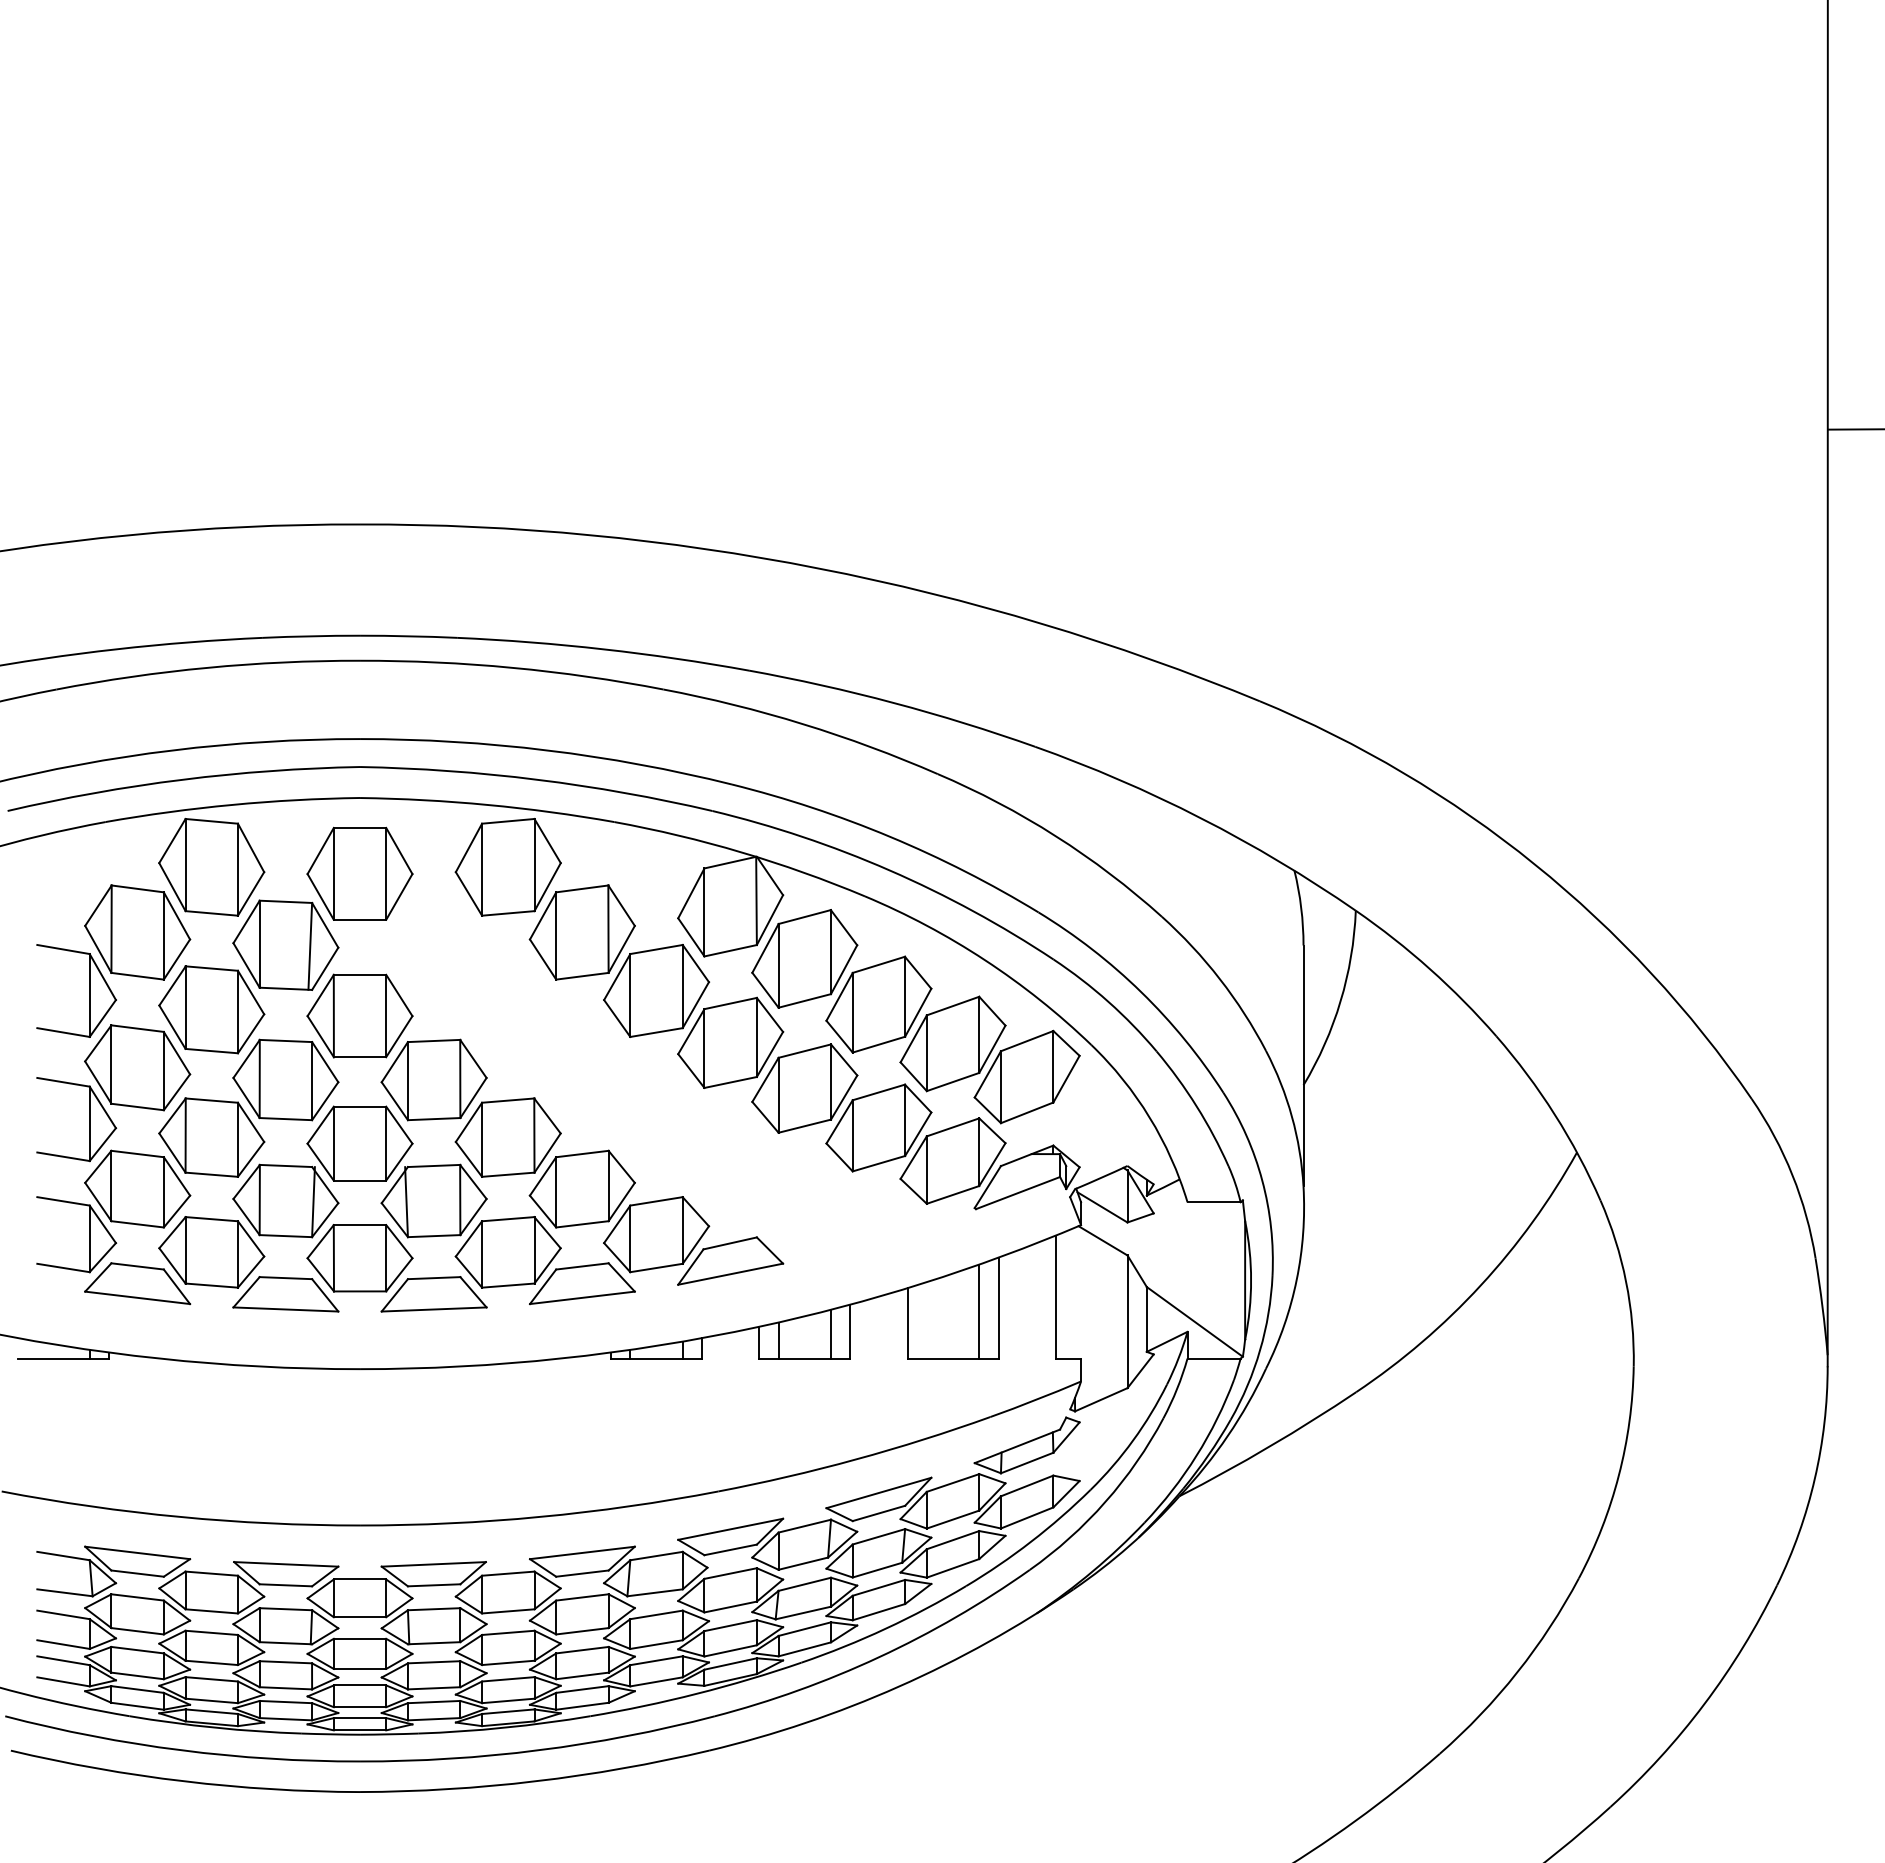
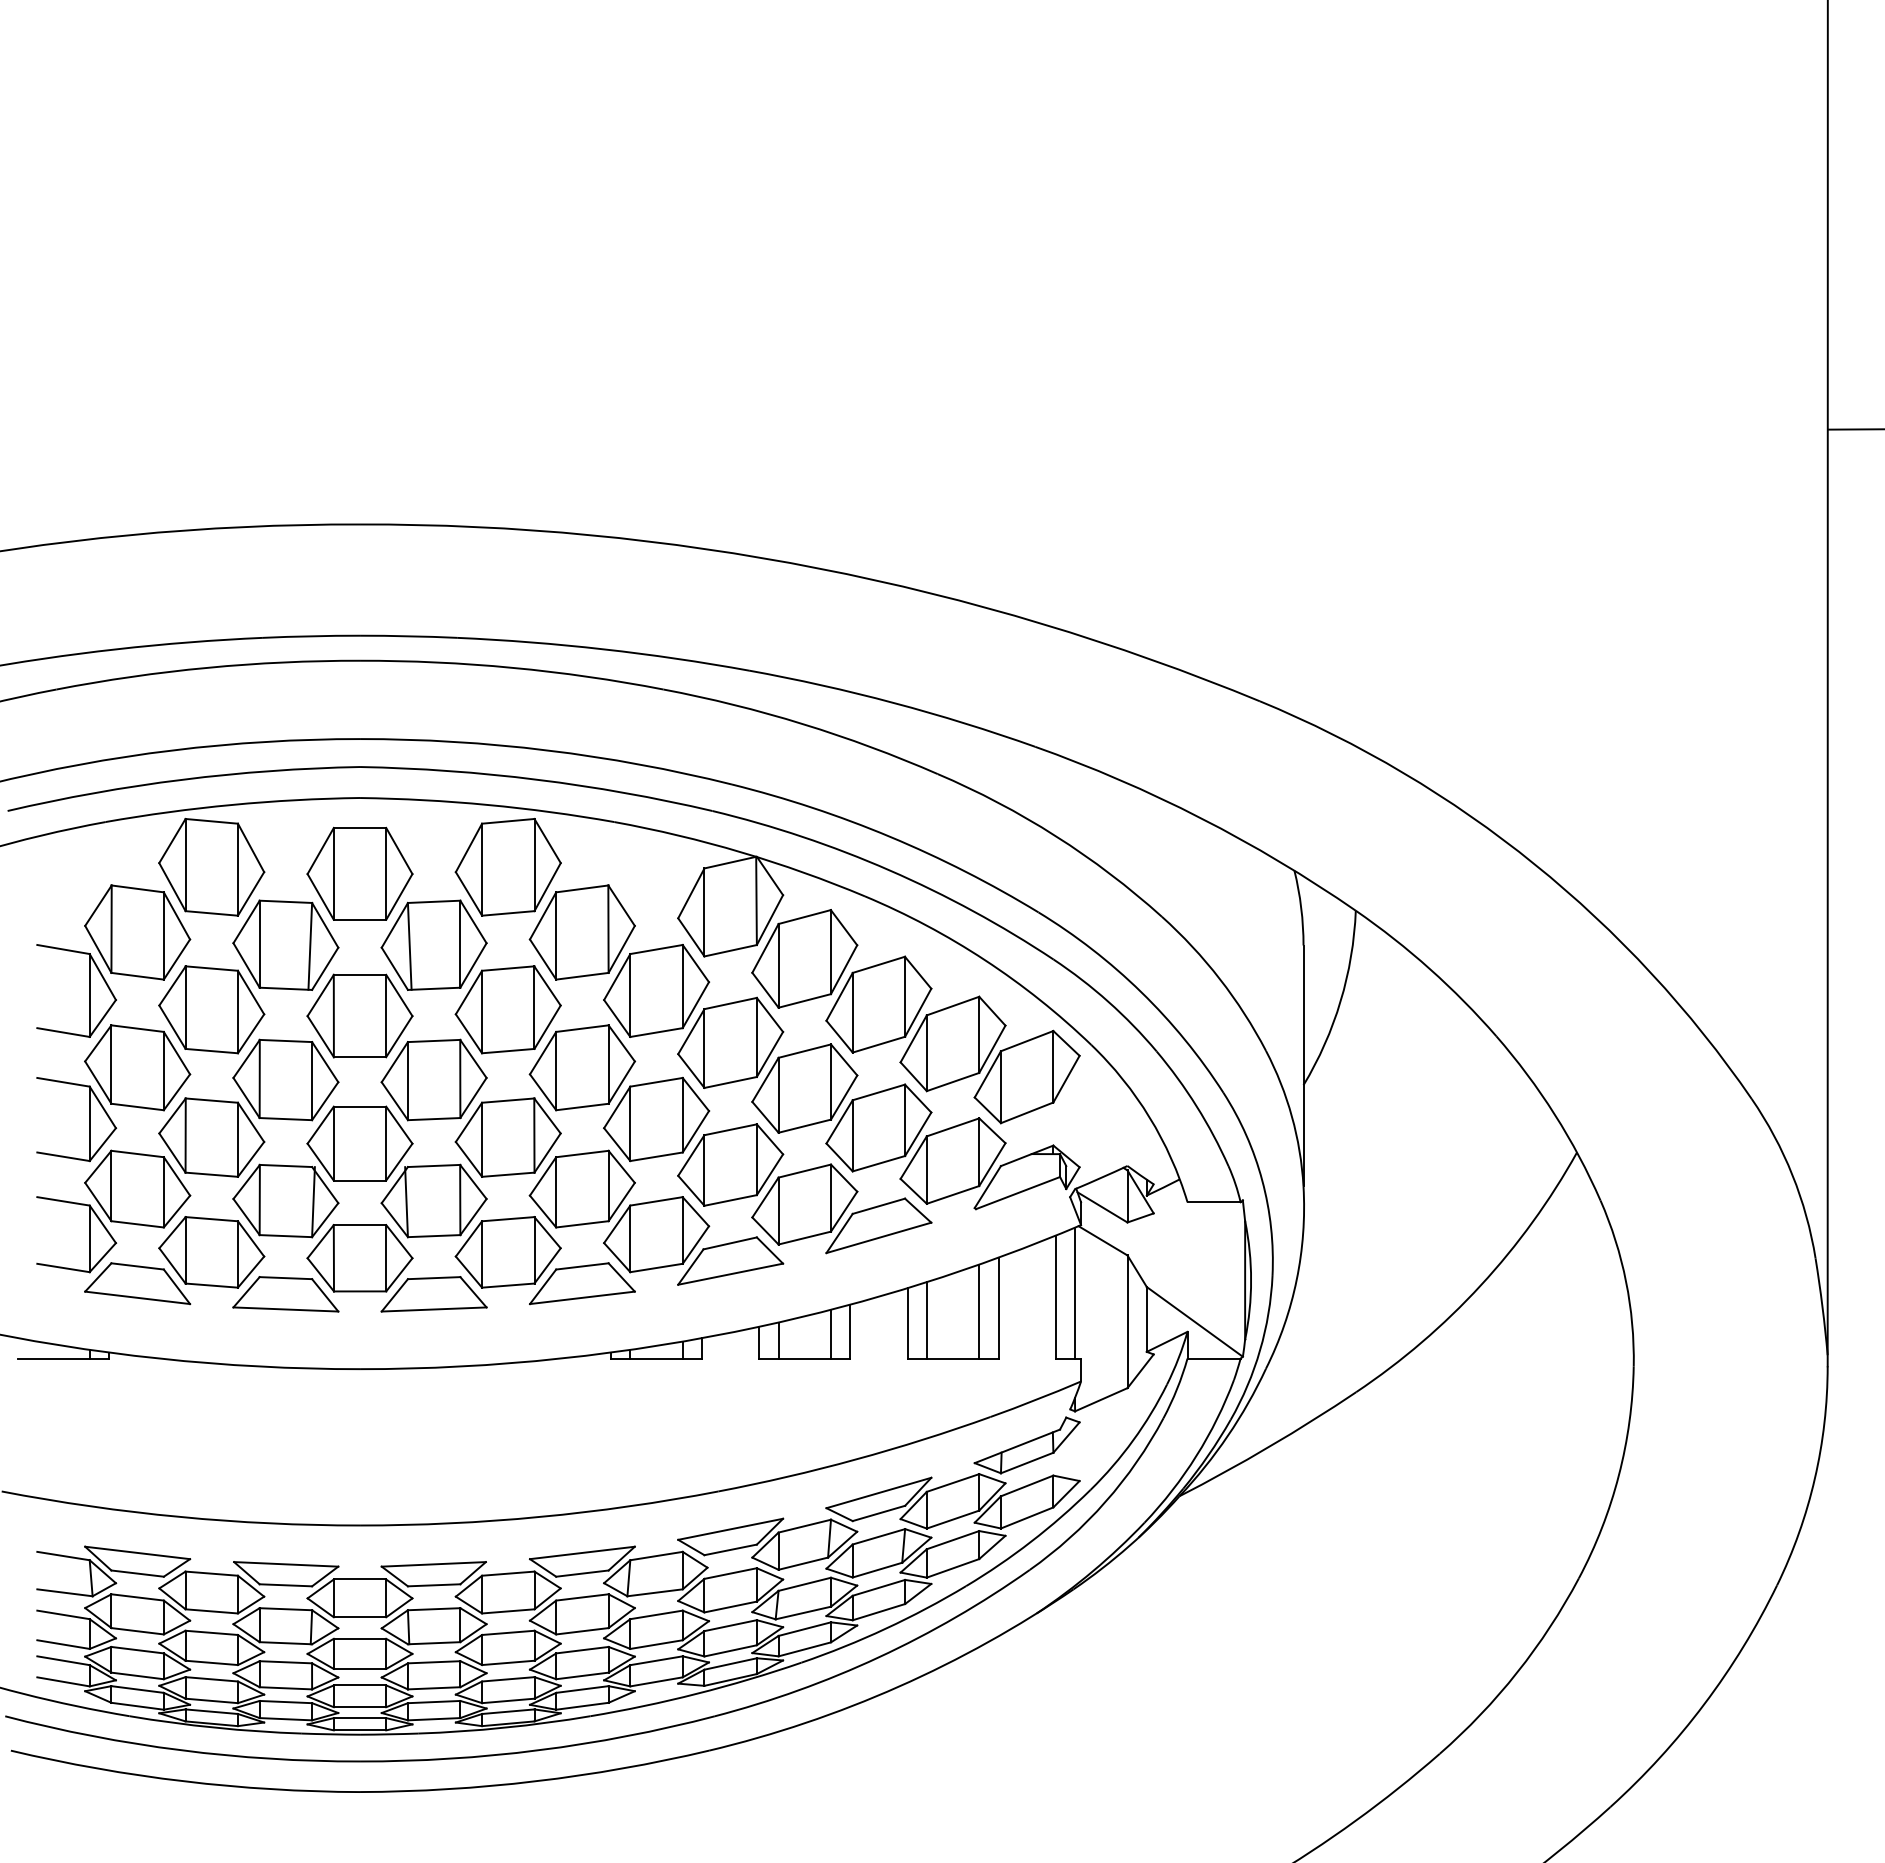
part at (656, 1076): none -> present
line at (1075, 1292): none -> present
line at (926, 1320): none -> present
